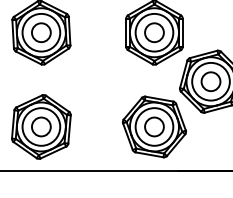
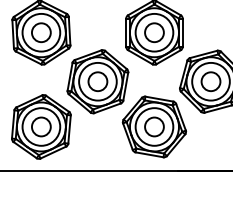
part at (97, 81): none -> present
